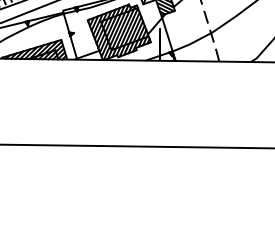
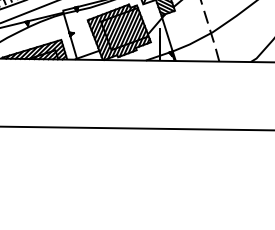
line at (136, 146) position: (136, 146) -> (136, 128)
